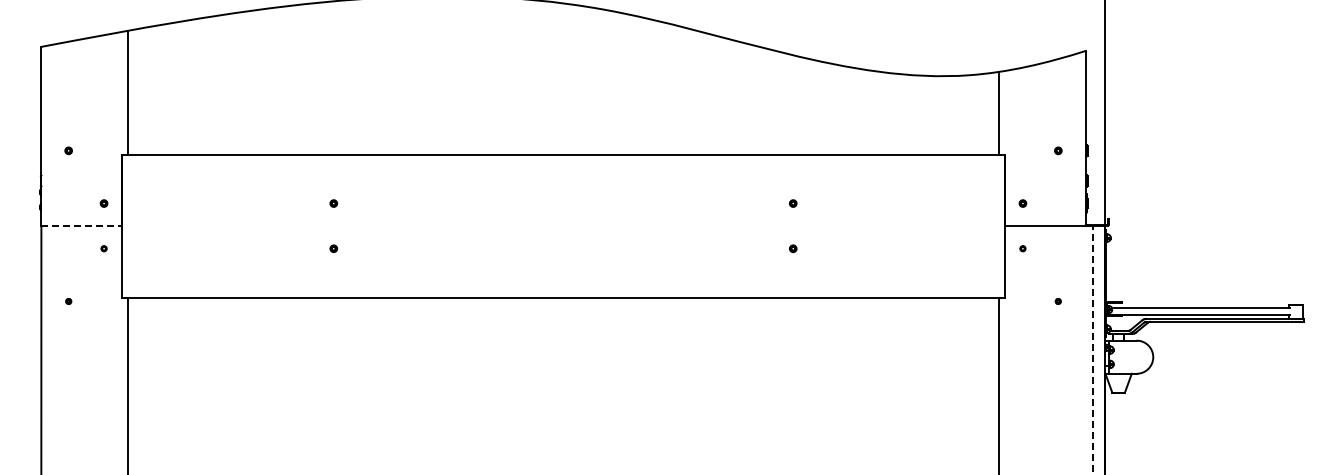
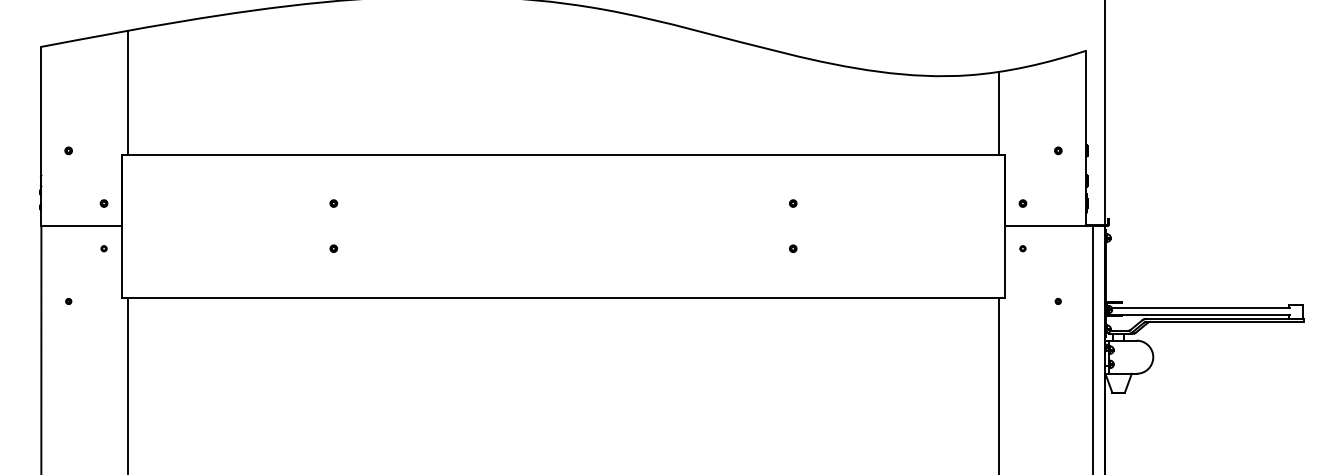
line at (82, 226): dashed -> solid
line at (1093, 350): dashed -> solid
